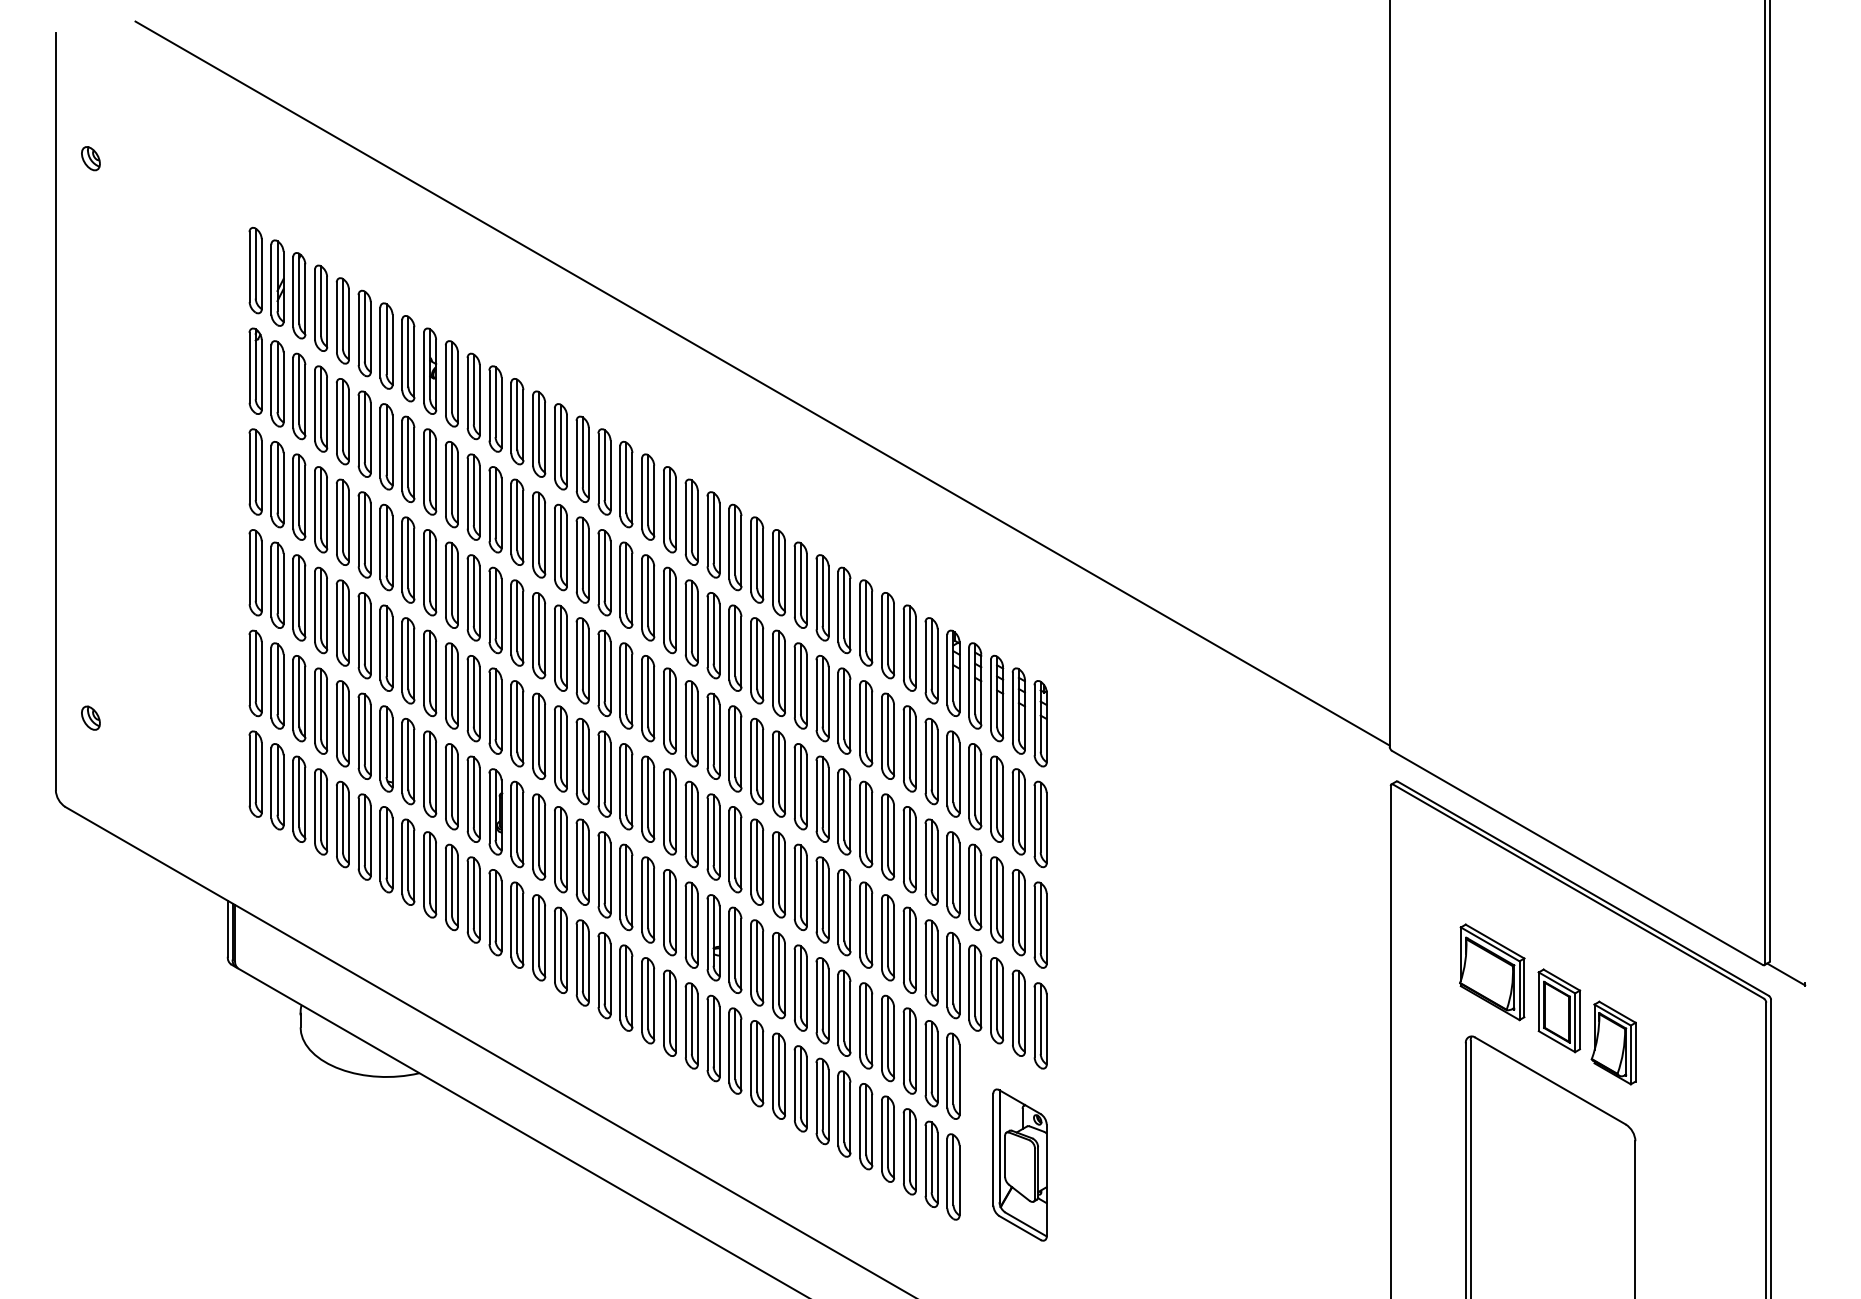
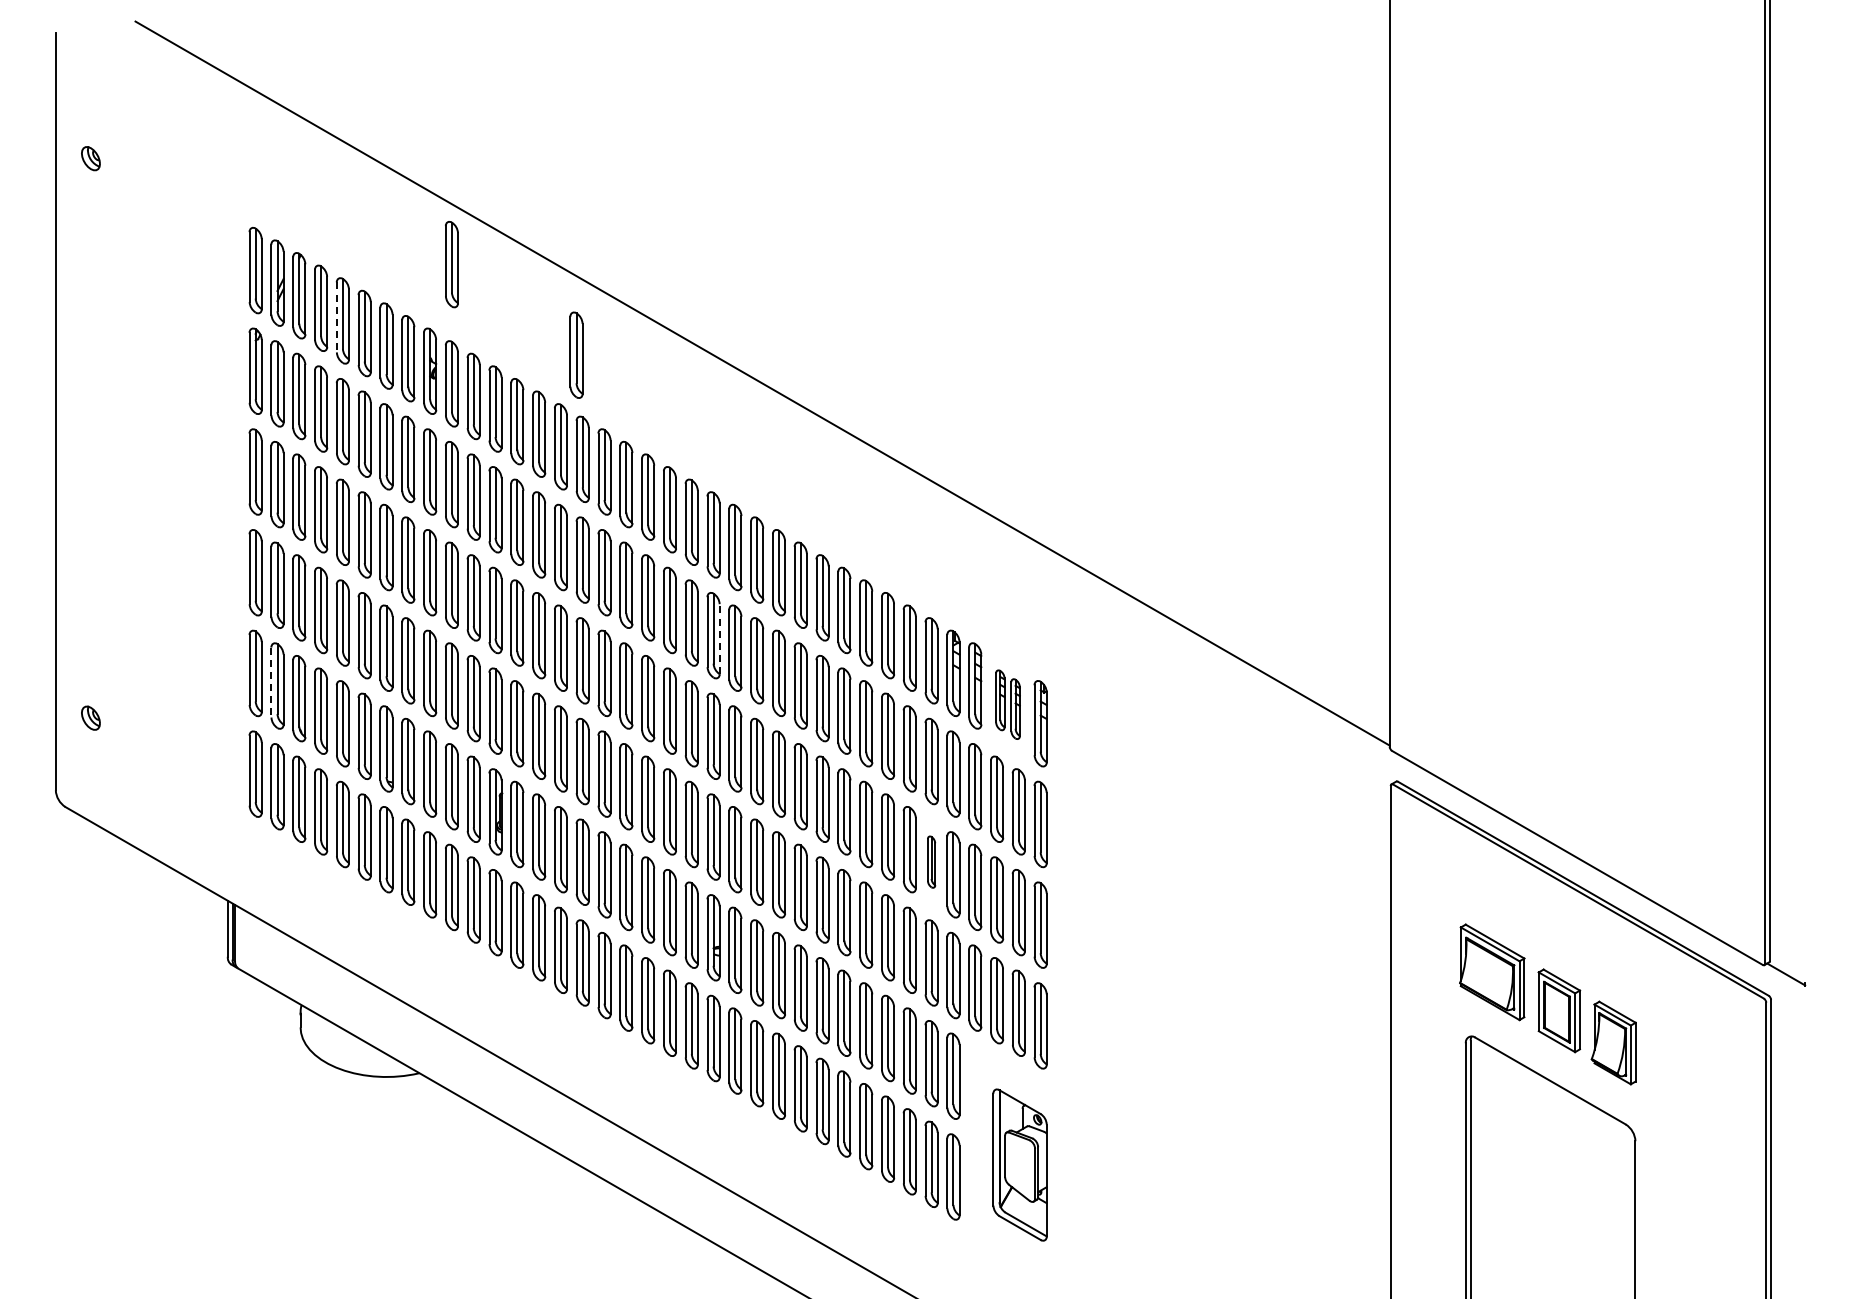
part at (451, 264): none -> present
line at (336, 317): solid -> dashed
part at (576, 354): none -> present
line at (719, 639): solid -> dashed
line at (271, 682): solid -> dashed
part at (1007, 704) size: 36x101 px -> 26x71 px
part at (931, 861) size: 15x88 px -> 10x54 px
